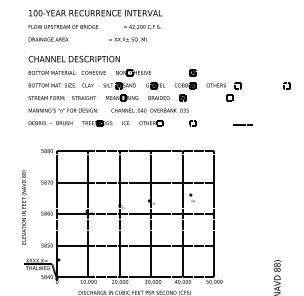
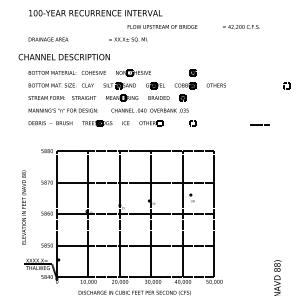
text at (94, 27) position: (94, 27) -> (193, 27)
text at (73, 59) position: (73, 59) -> (63, 57)
part at (233, 91): present -> none
line at (242, 124) position: (242, 124) -> (259, 124)
